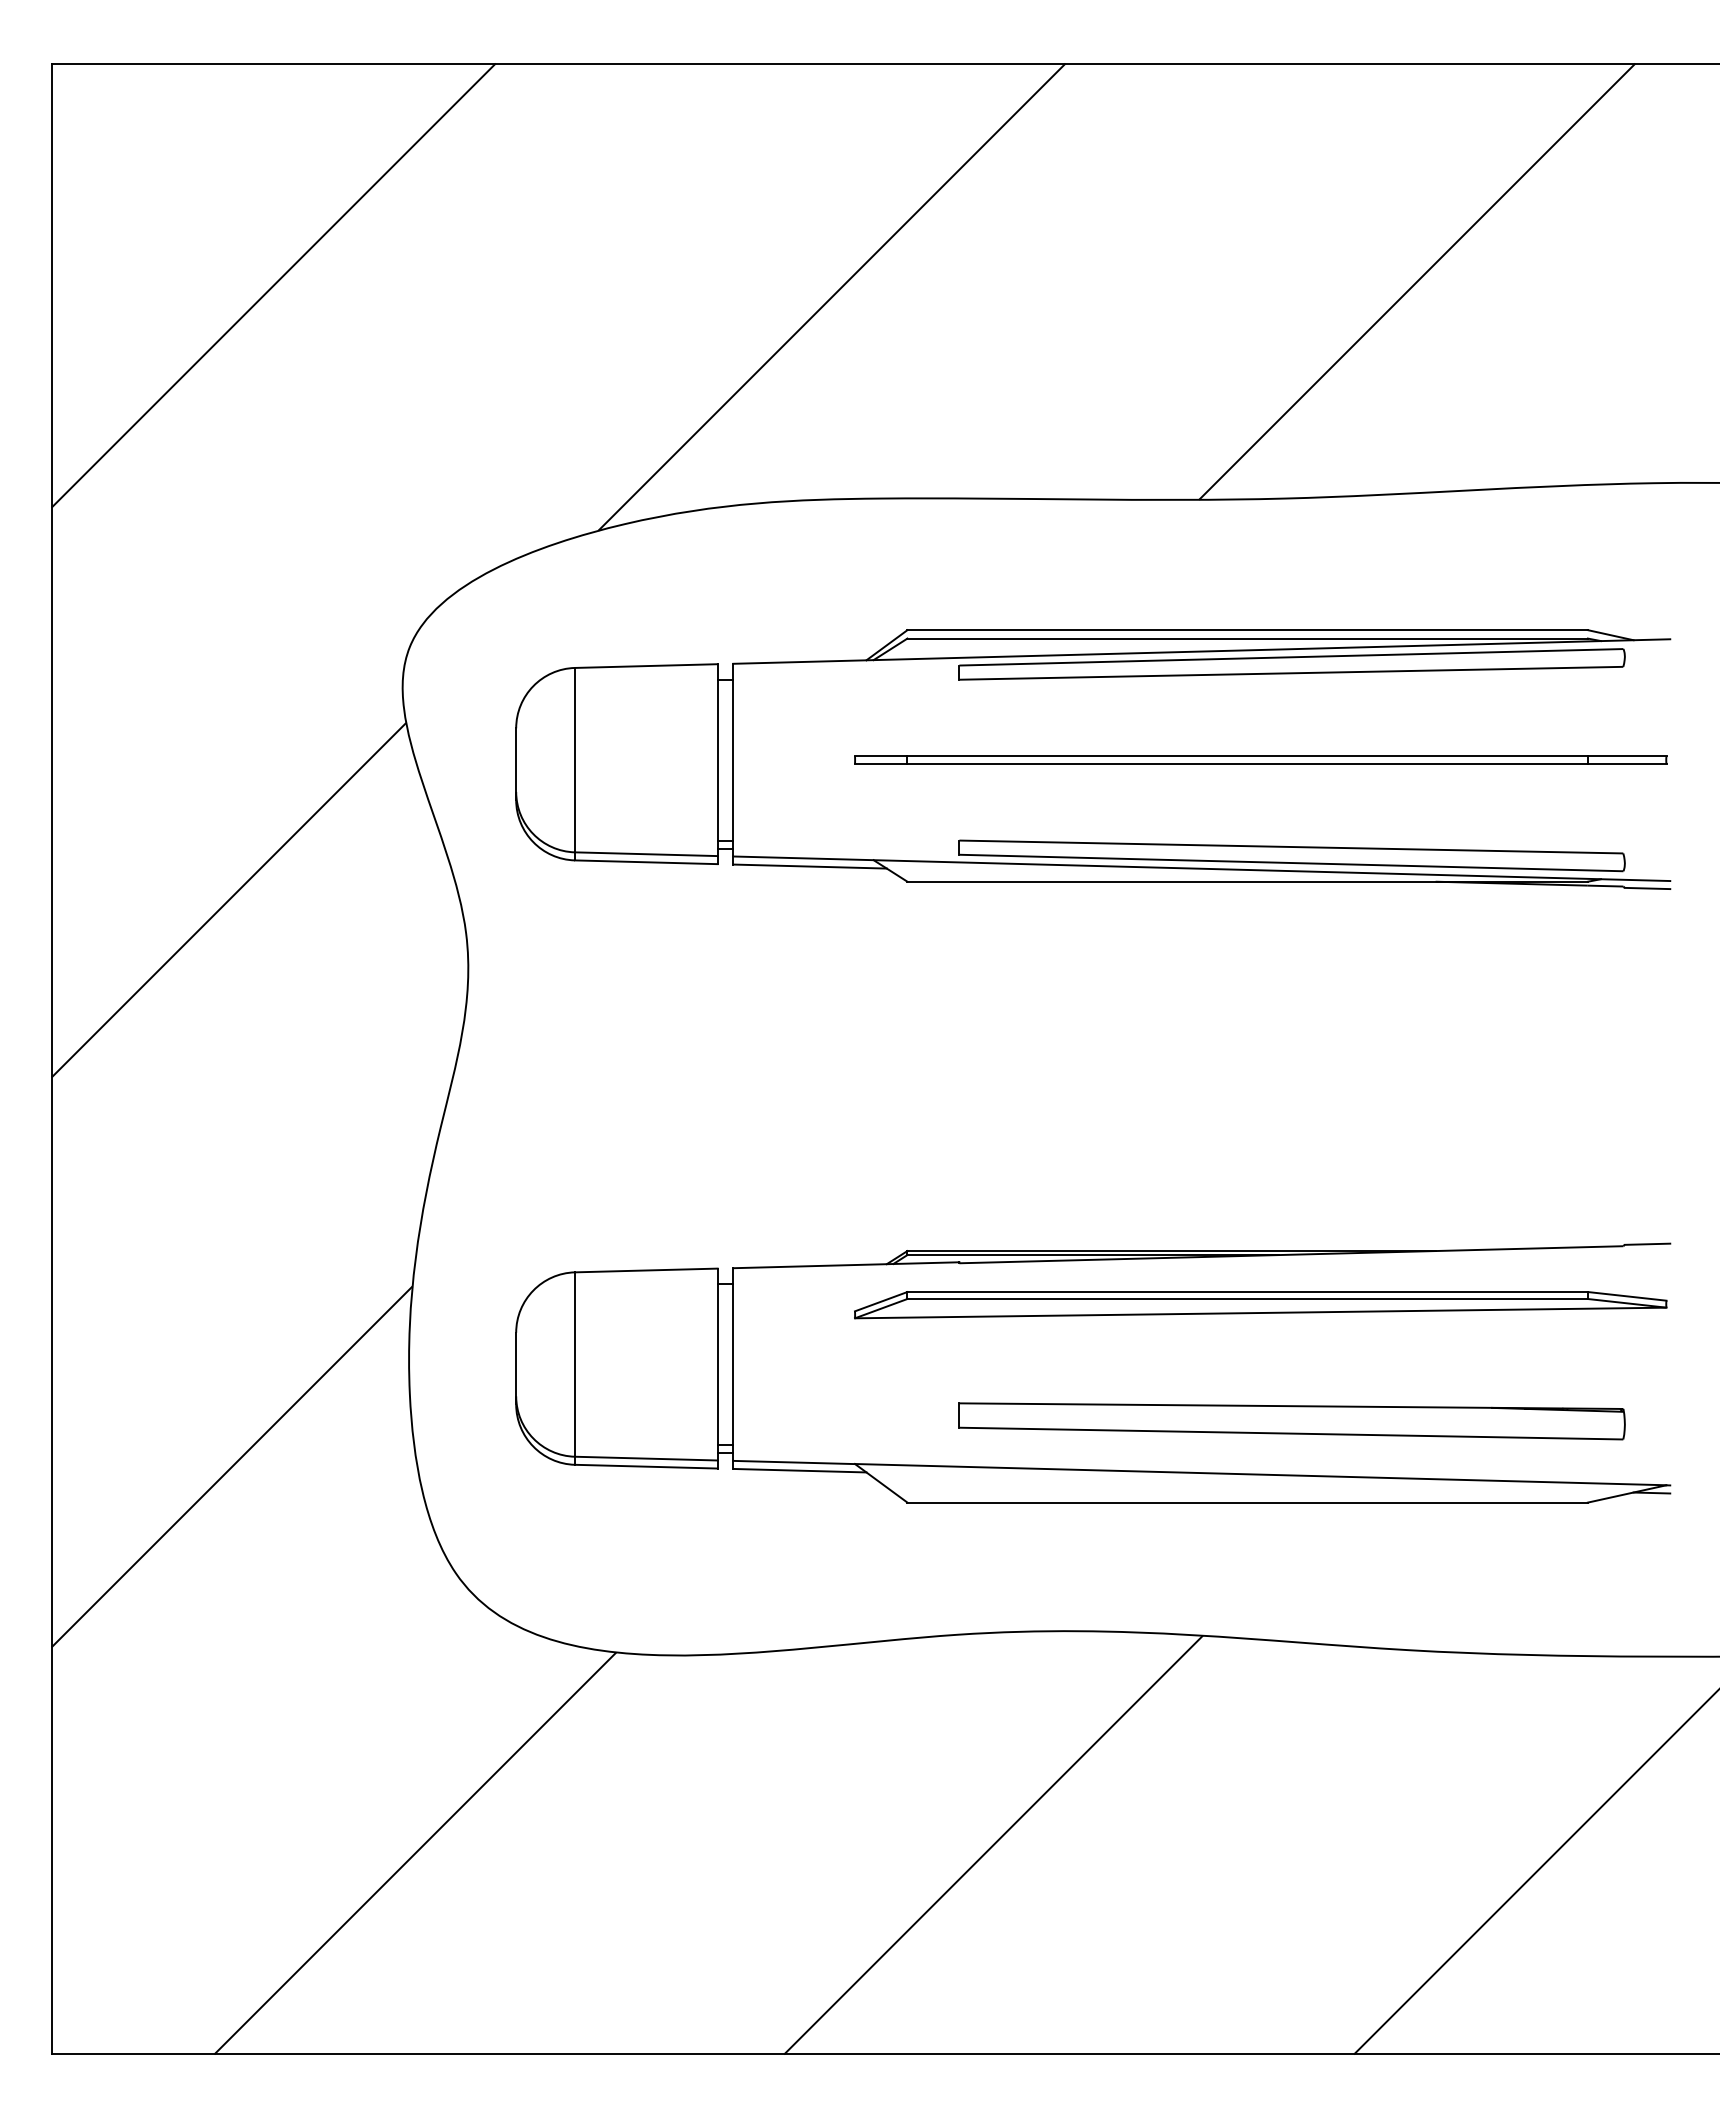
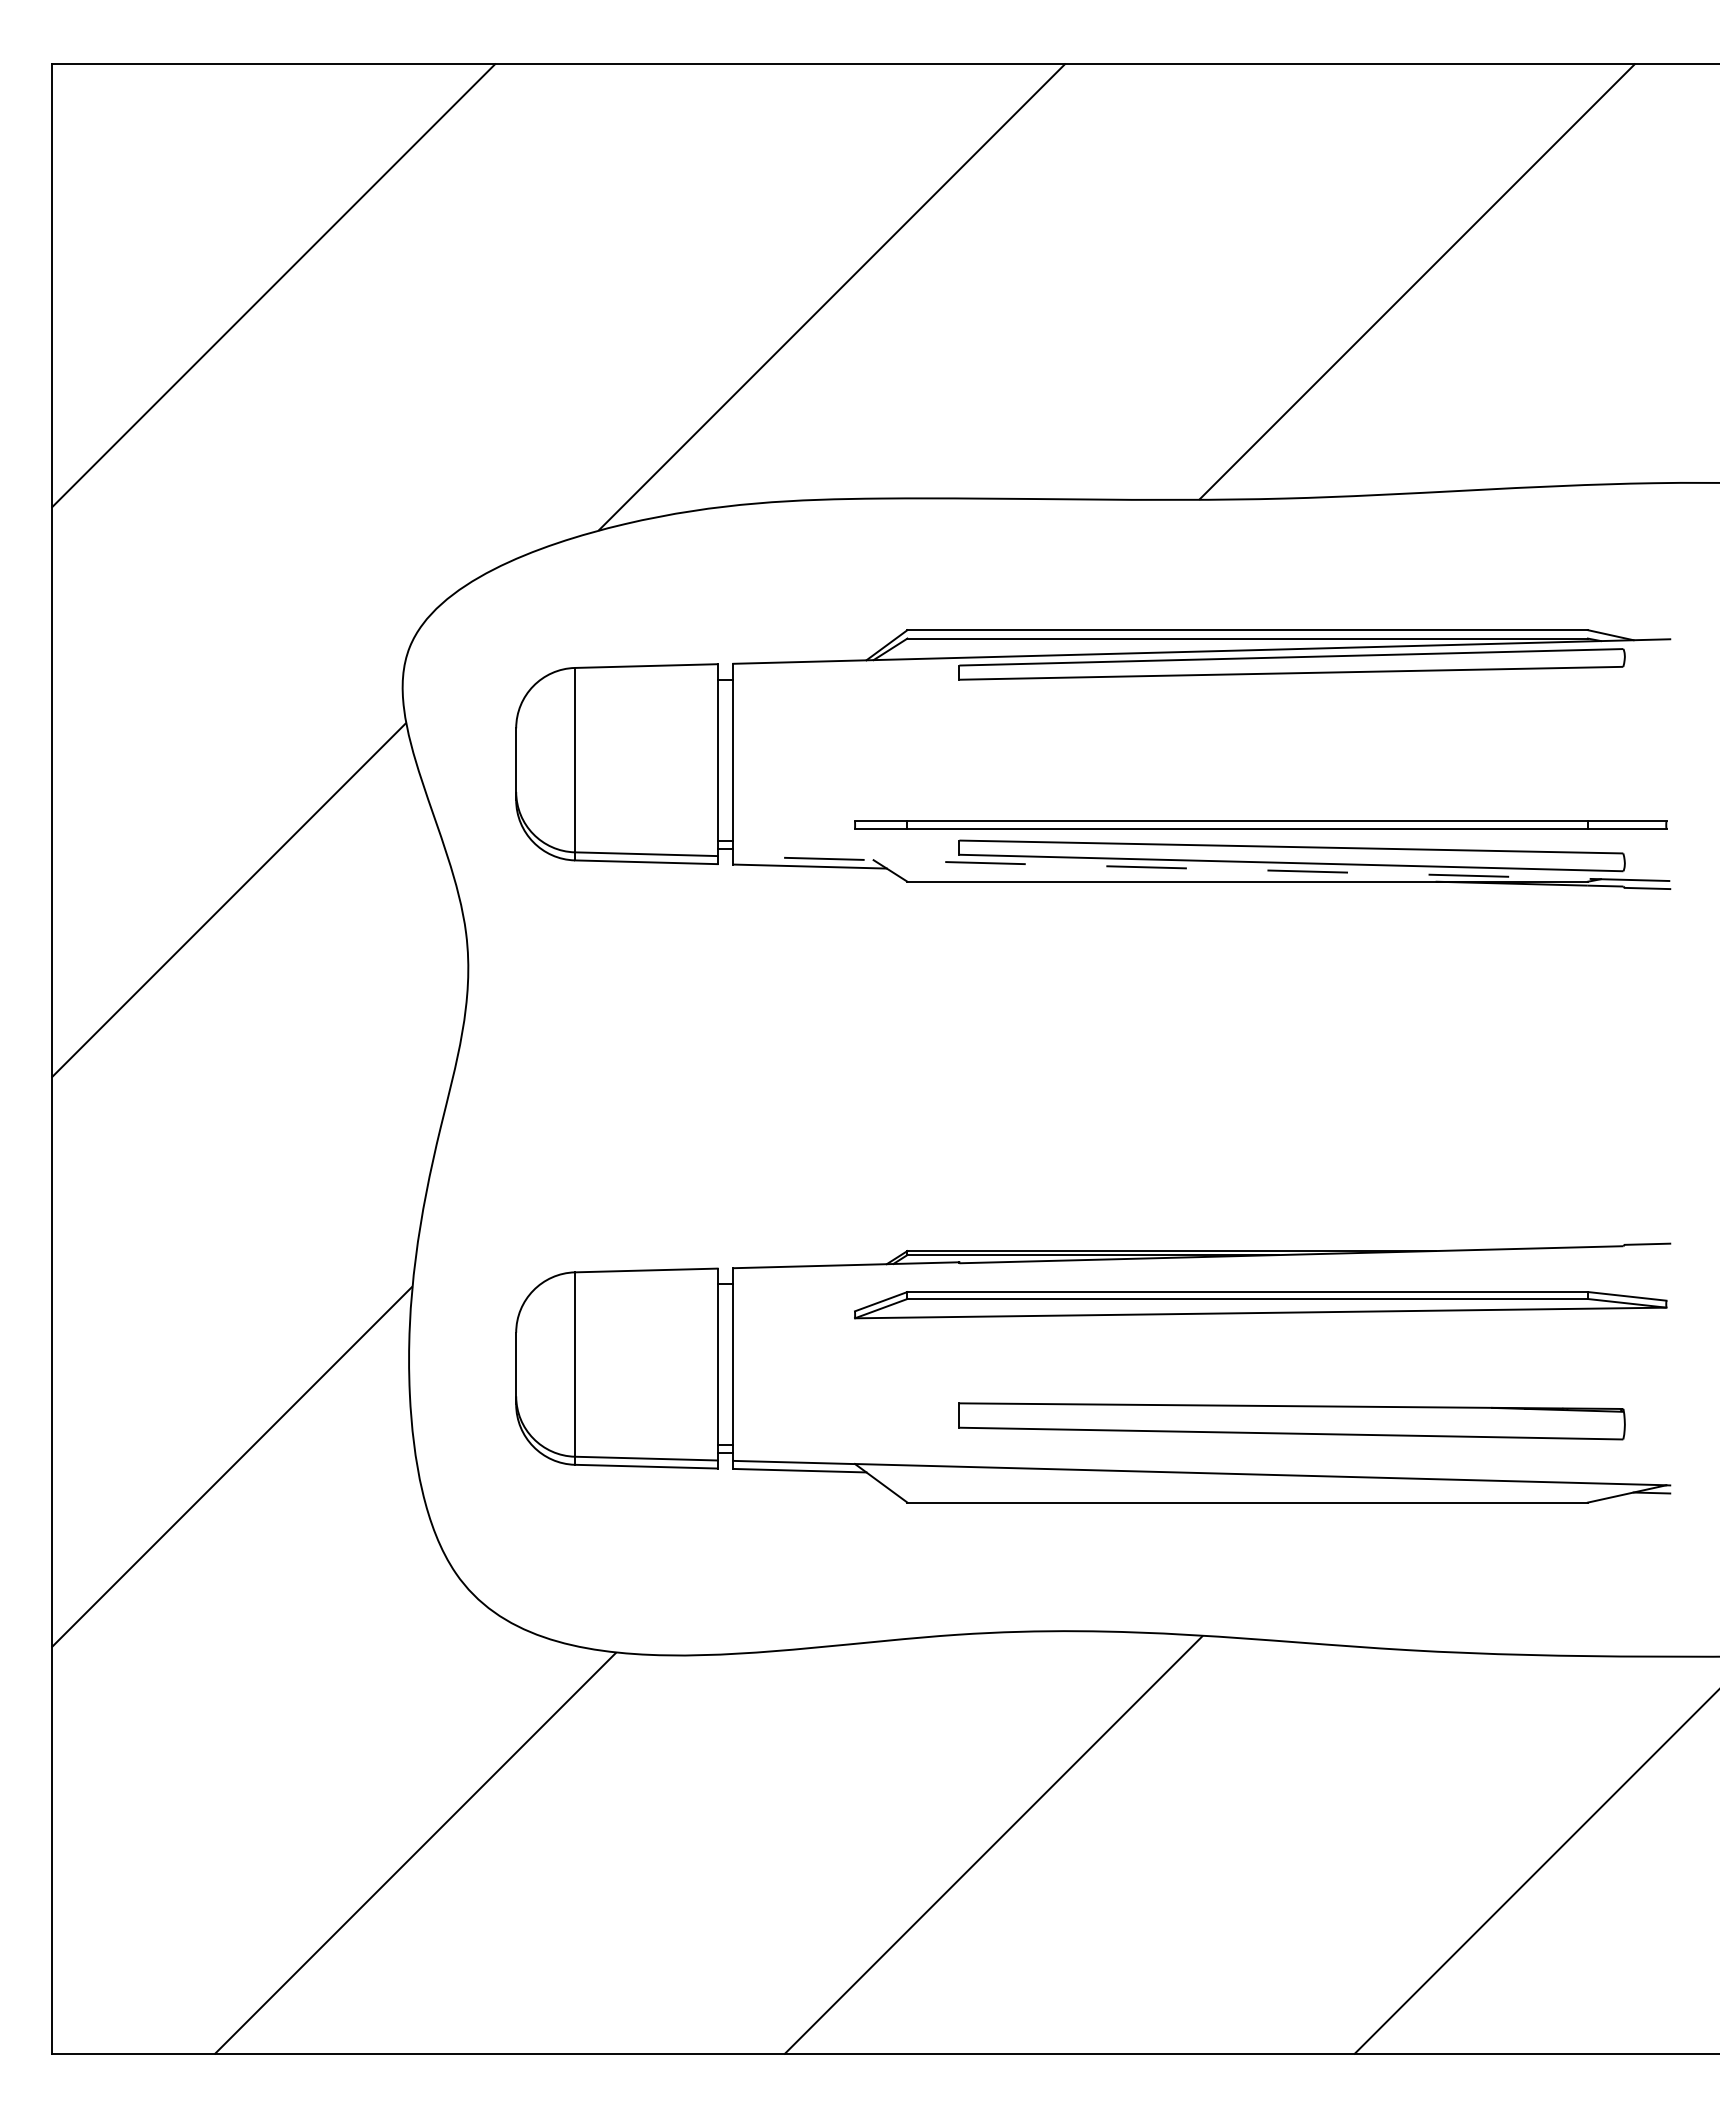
part at (1260, 759) position: (1260, 759) -> (1260, 824)
line at (1201, 868): solid -> dashed
